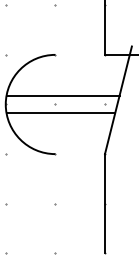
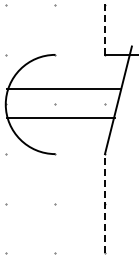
line at (104, 27): solid -> dashed
line at (62, 95) position: (62, 95) -> (62, 88)
line at (60, 113) position: (60, 113) -> (60, 118)
line at (104, 203): solid -> dashed
